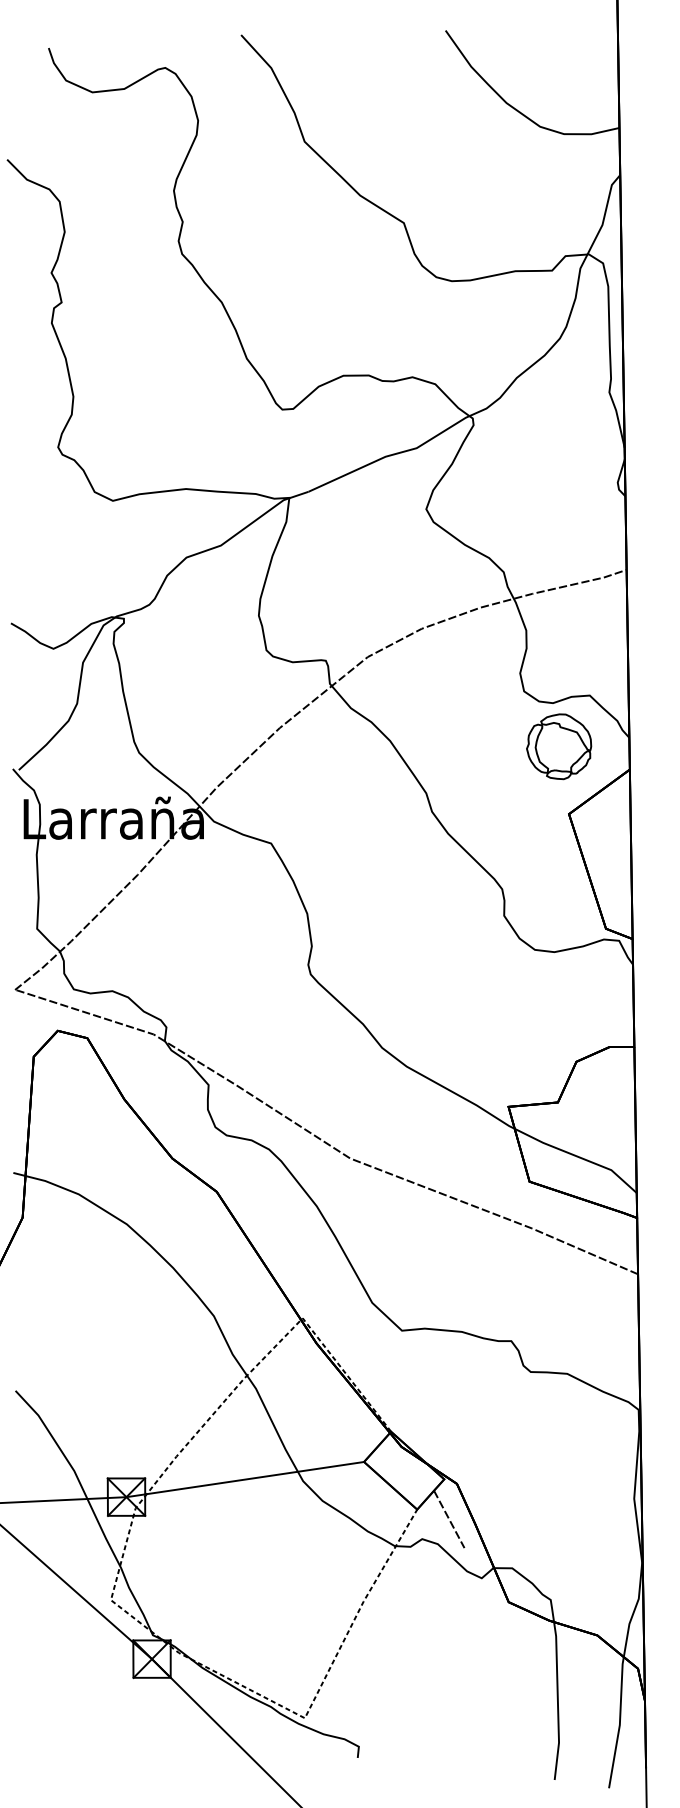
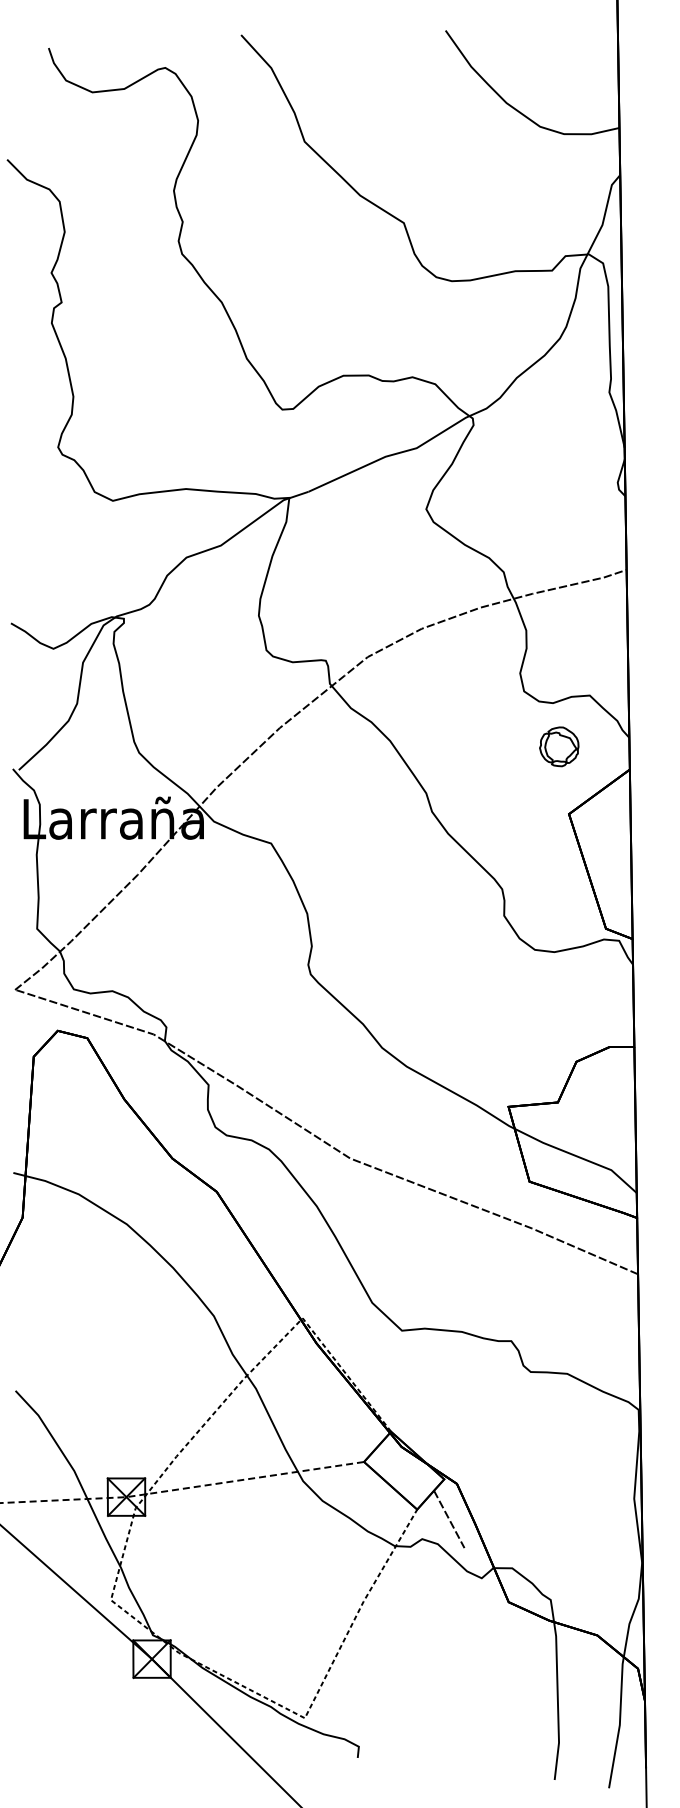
part at (559, 746) size: 67x68 px -> 41x42 px
line at (182, 1488): solid -> dashed
